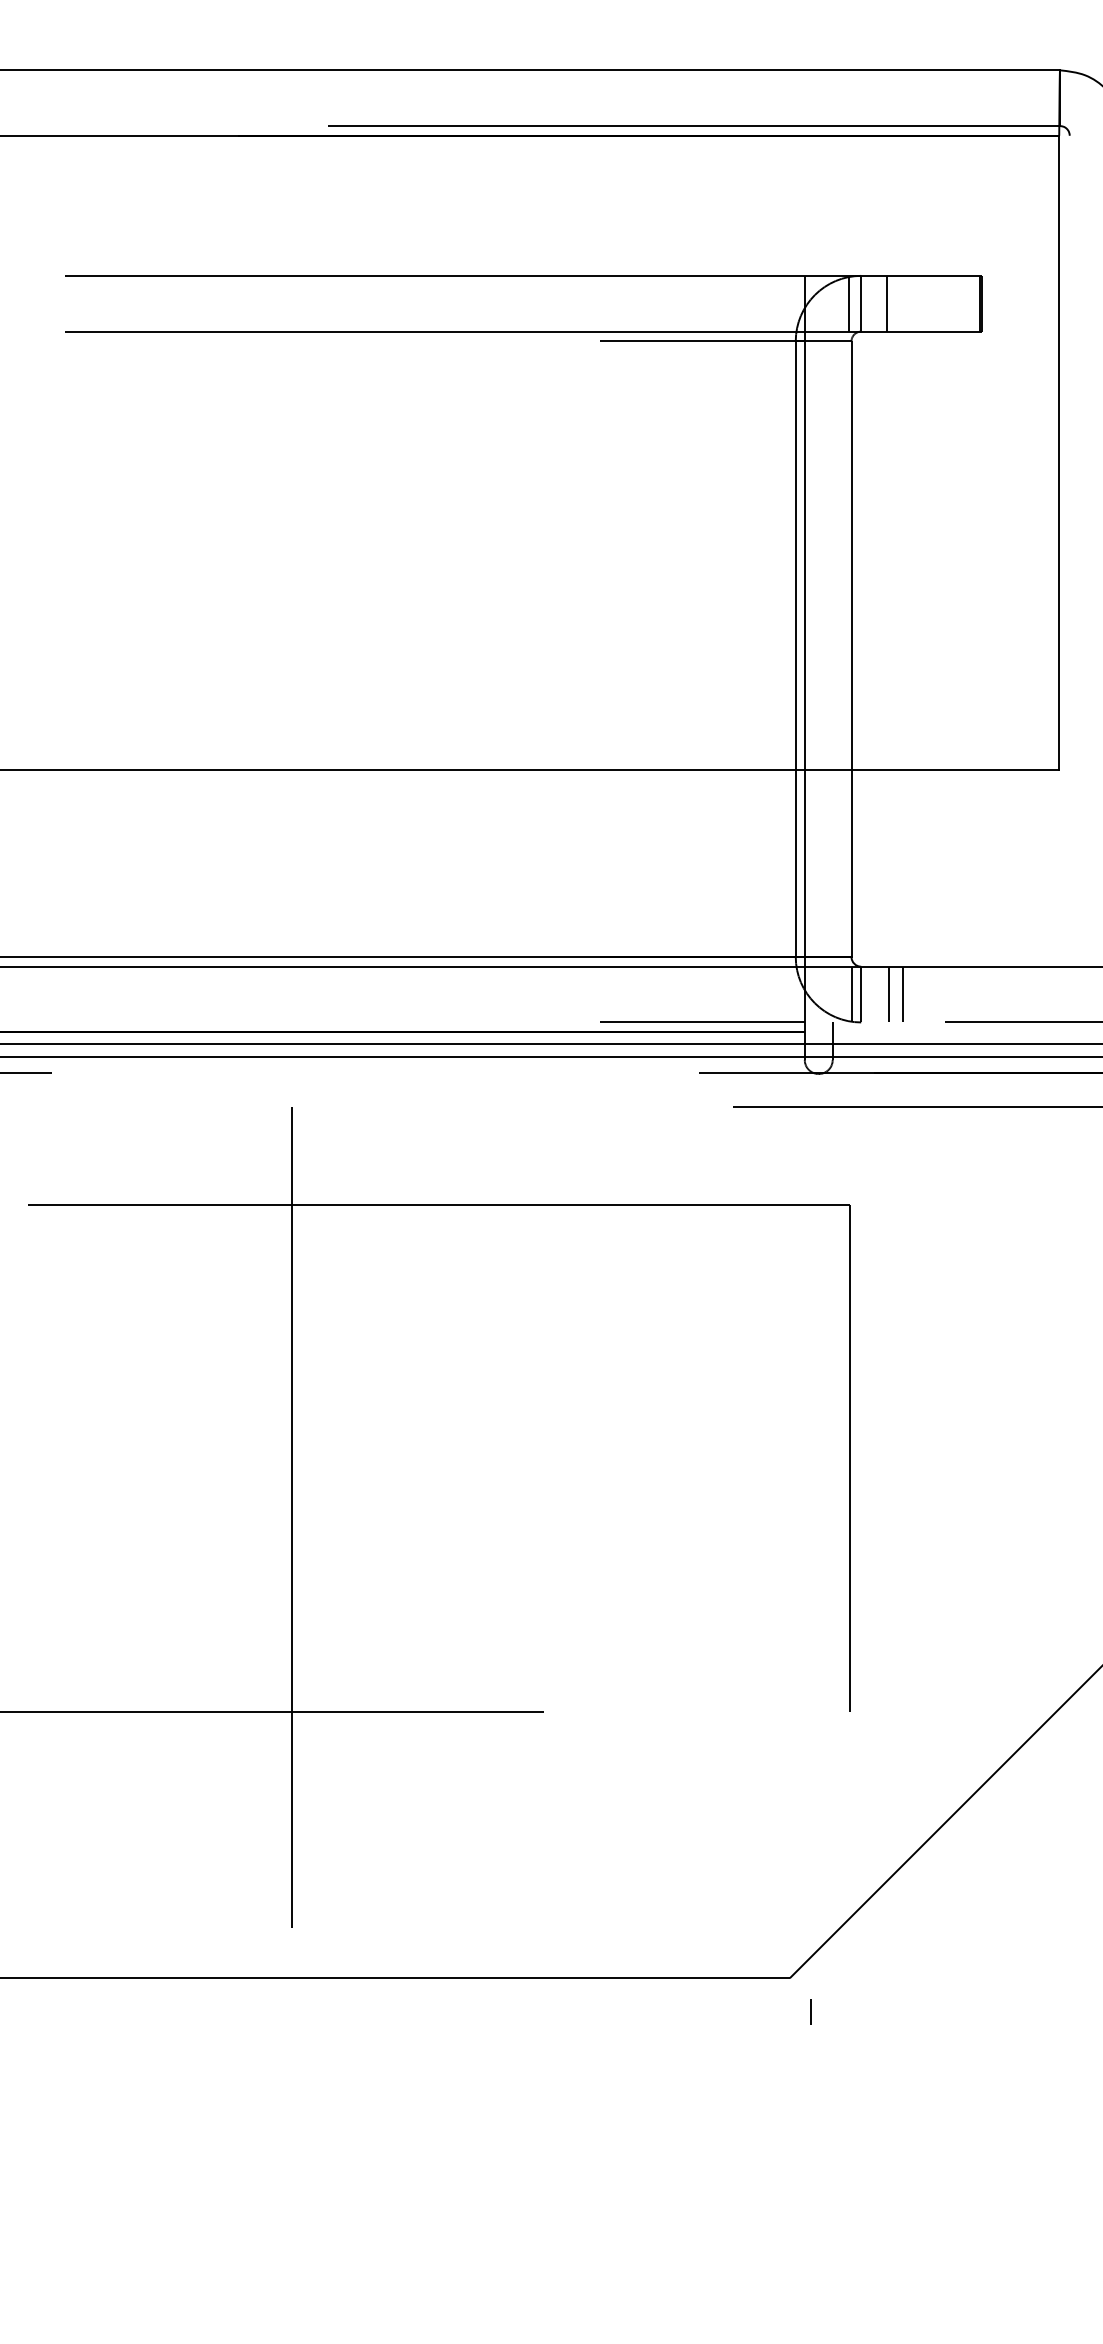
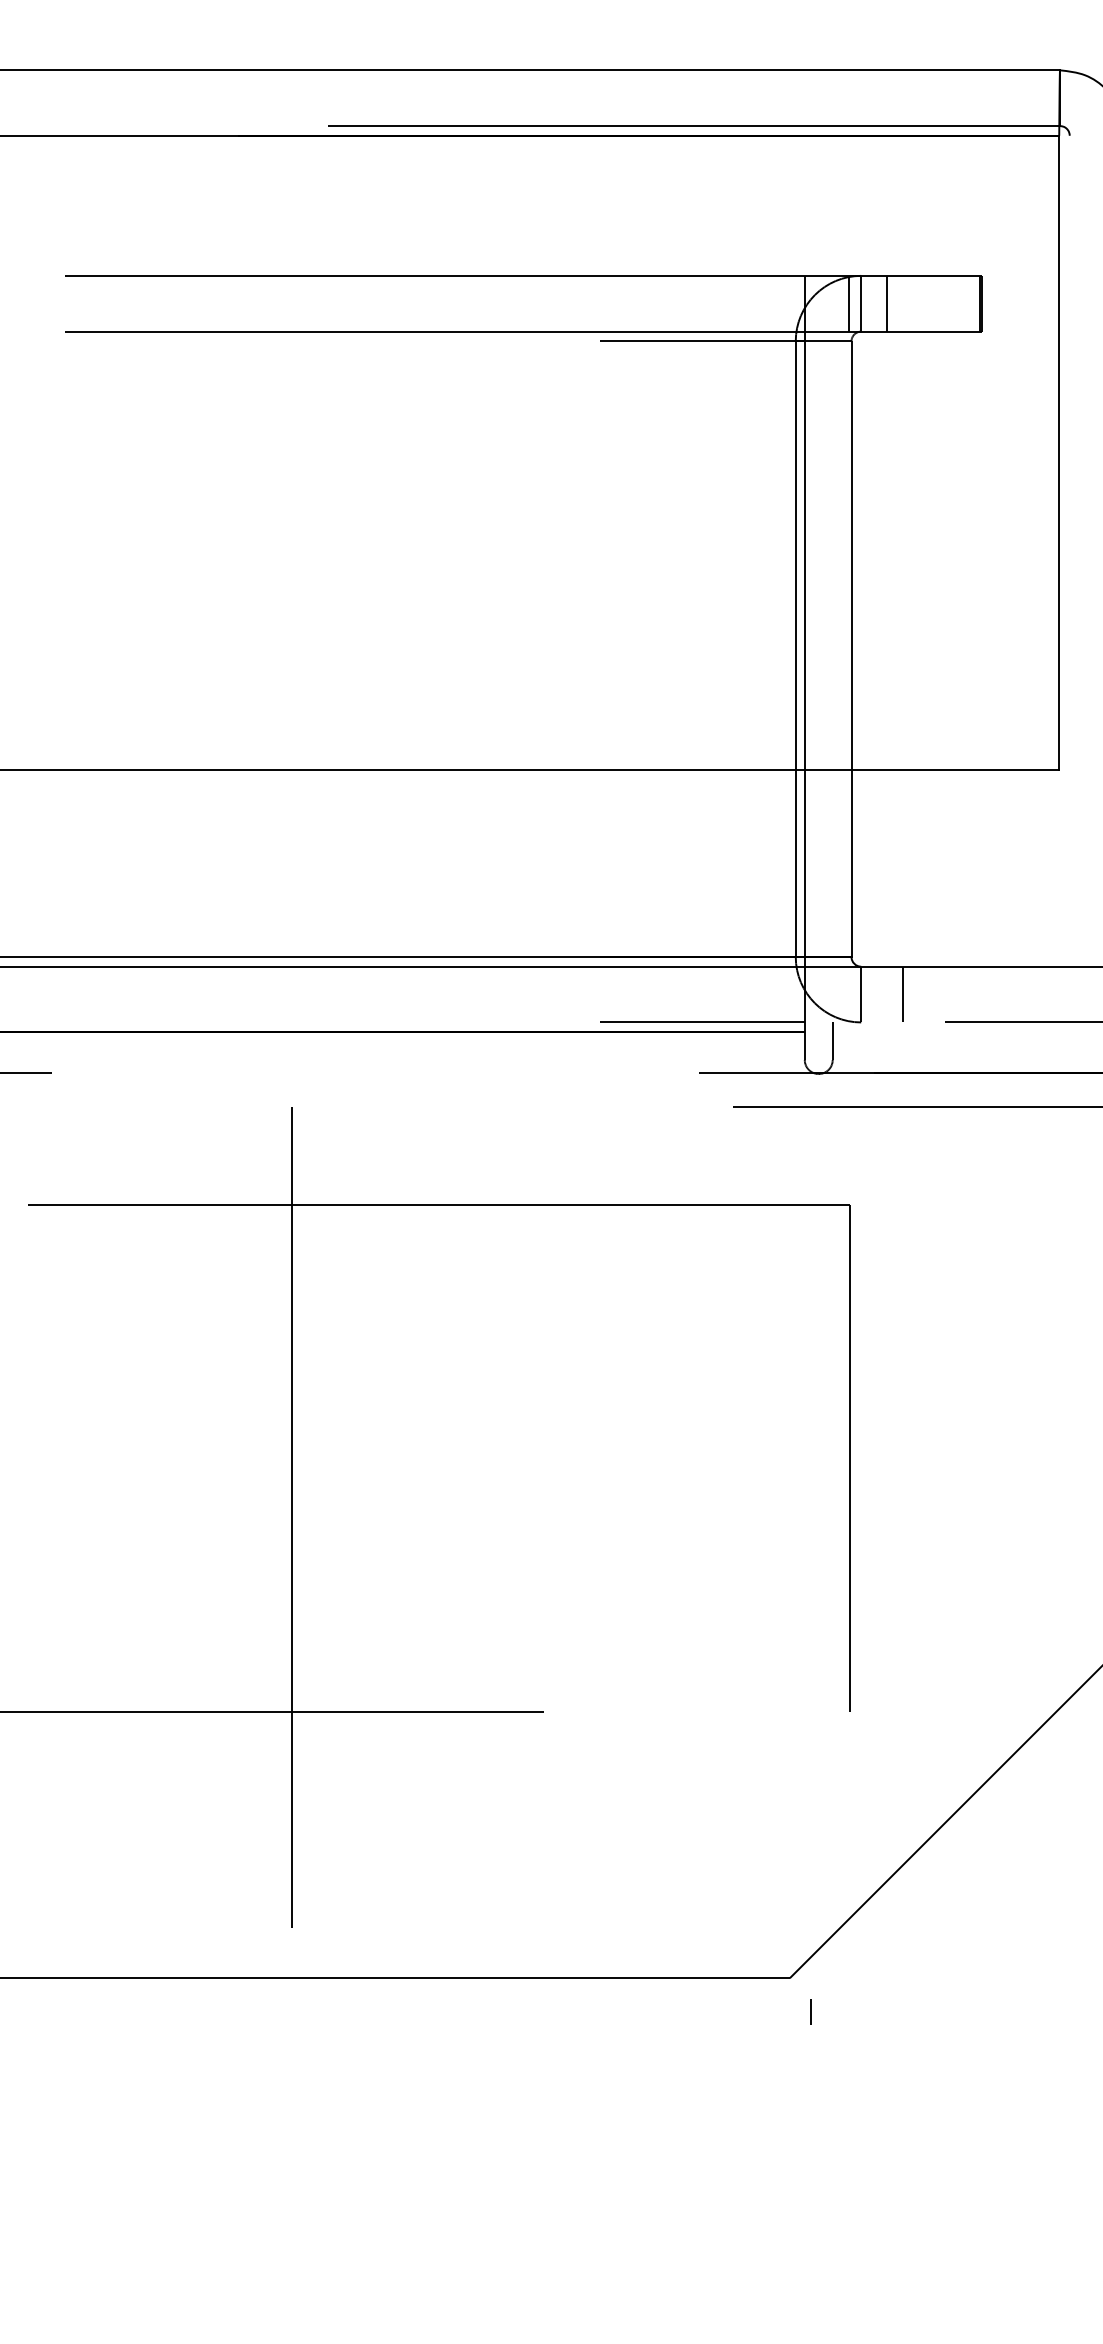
line at (851, 994): present -> none
line at (889, 994): present -> none
line at (550, 1044): present -> none
line at (550, 1057): present -> none
